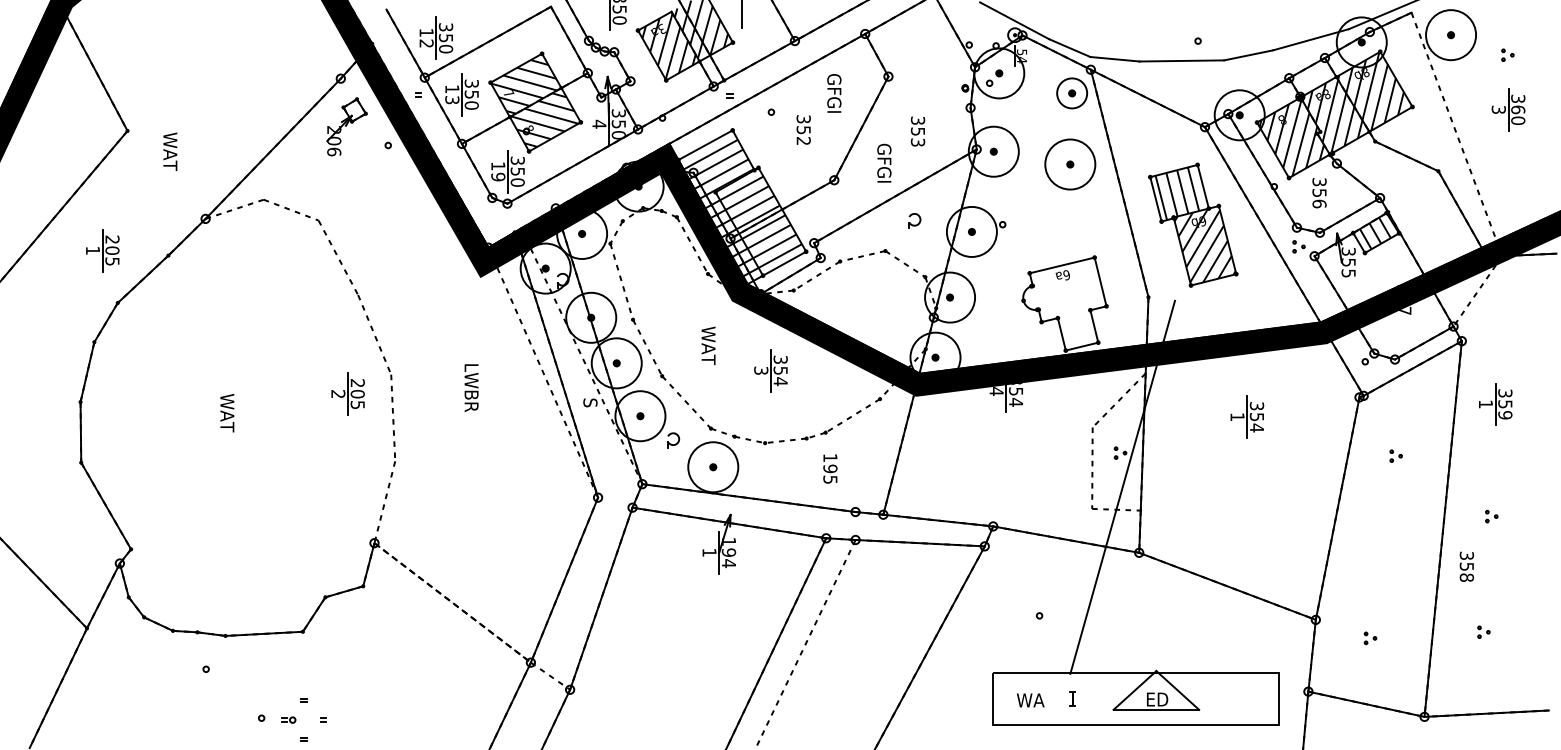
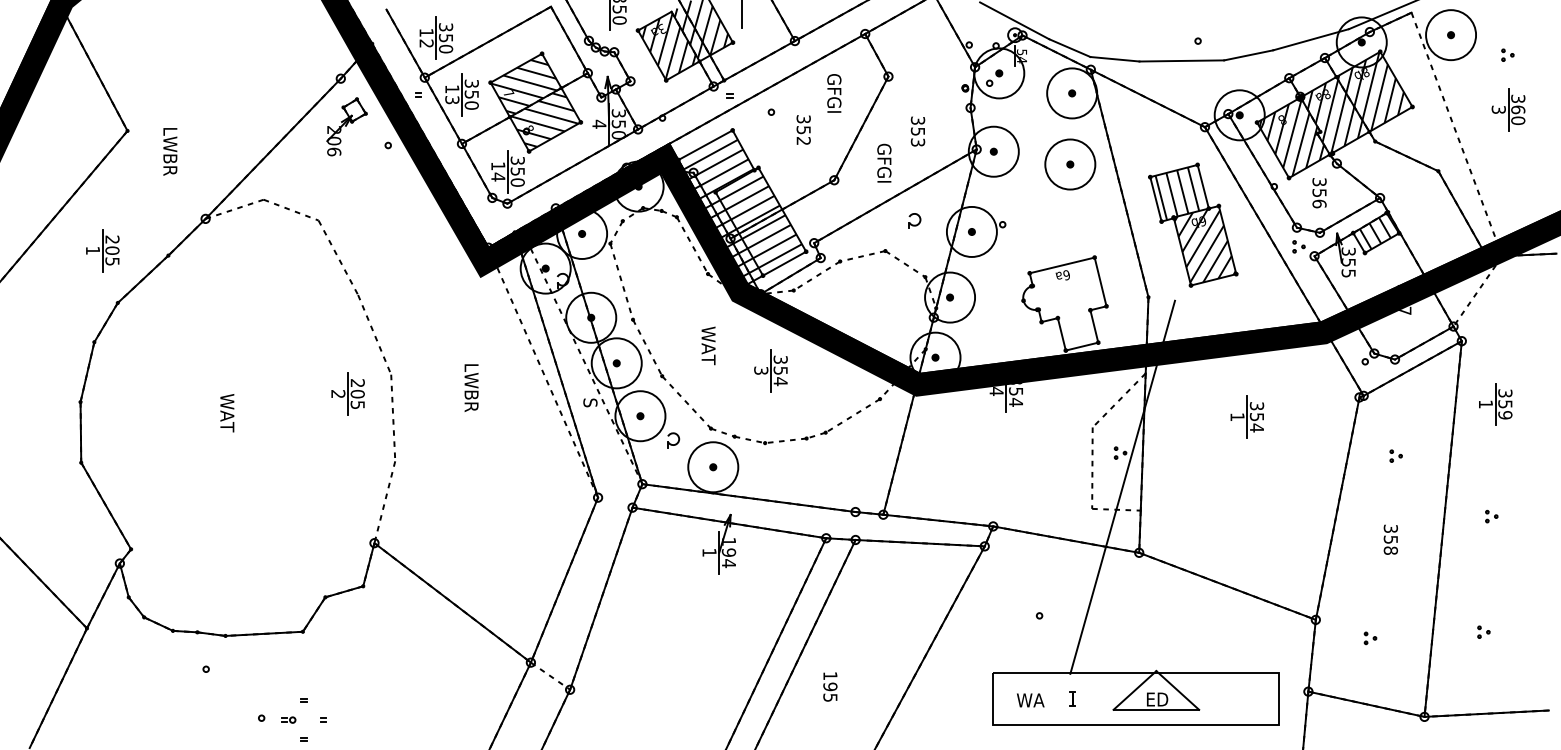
circle at (1072, 93) diameter: 30 px -> 50 px
text at (170, 151): WAT -> LWBR
text at (498, 176): 19 -> 14
text at (830, 468) position: (830, 468) -> (830, 686)
text at (1466, 566) position: (1466, 566) -> (1390, 539)
line at (453, 603): dashed -> solid
line at (805, 642): none -> present
